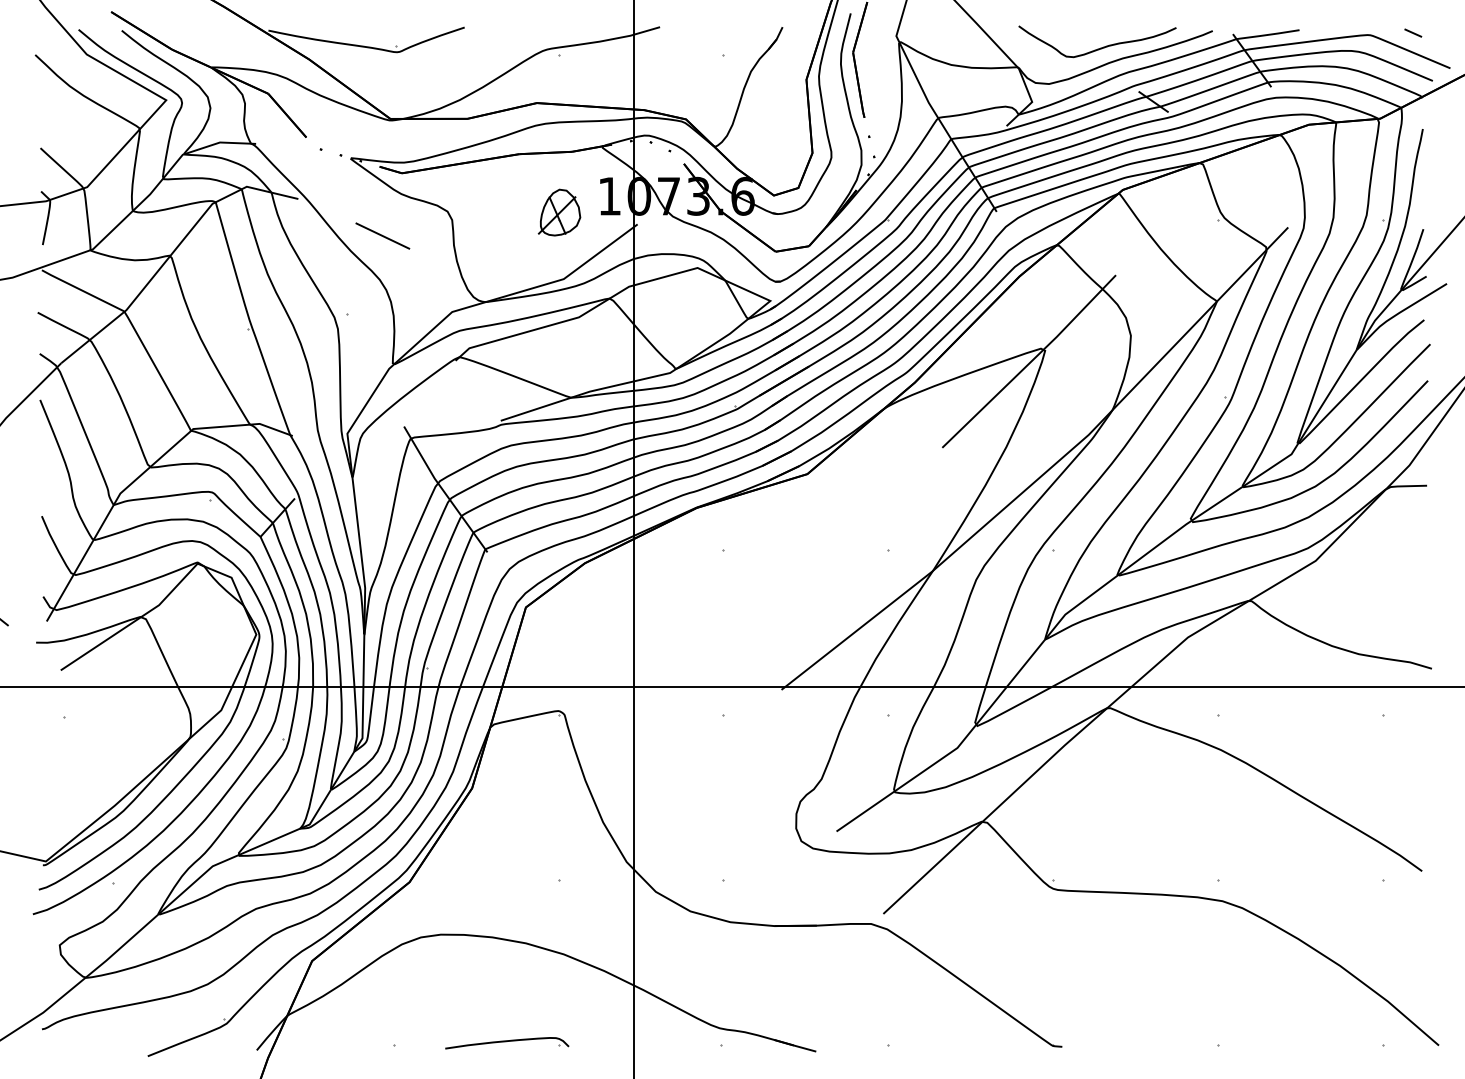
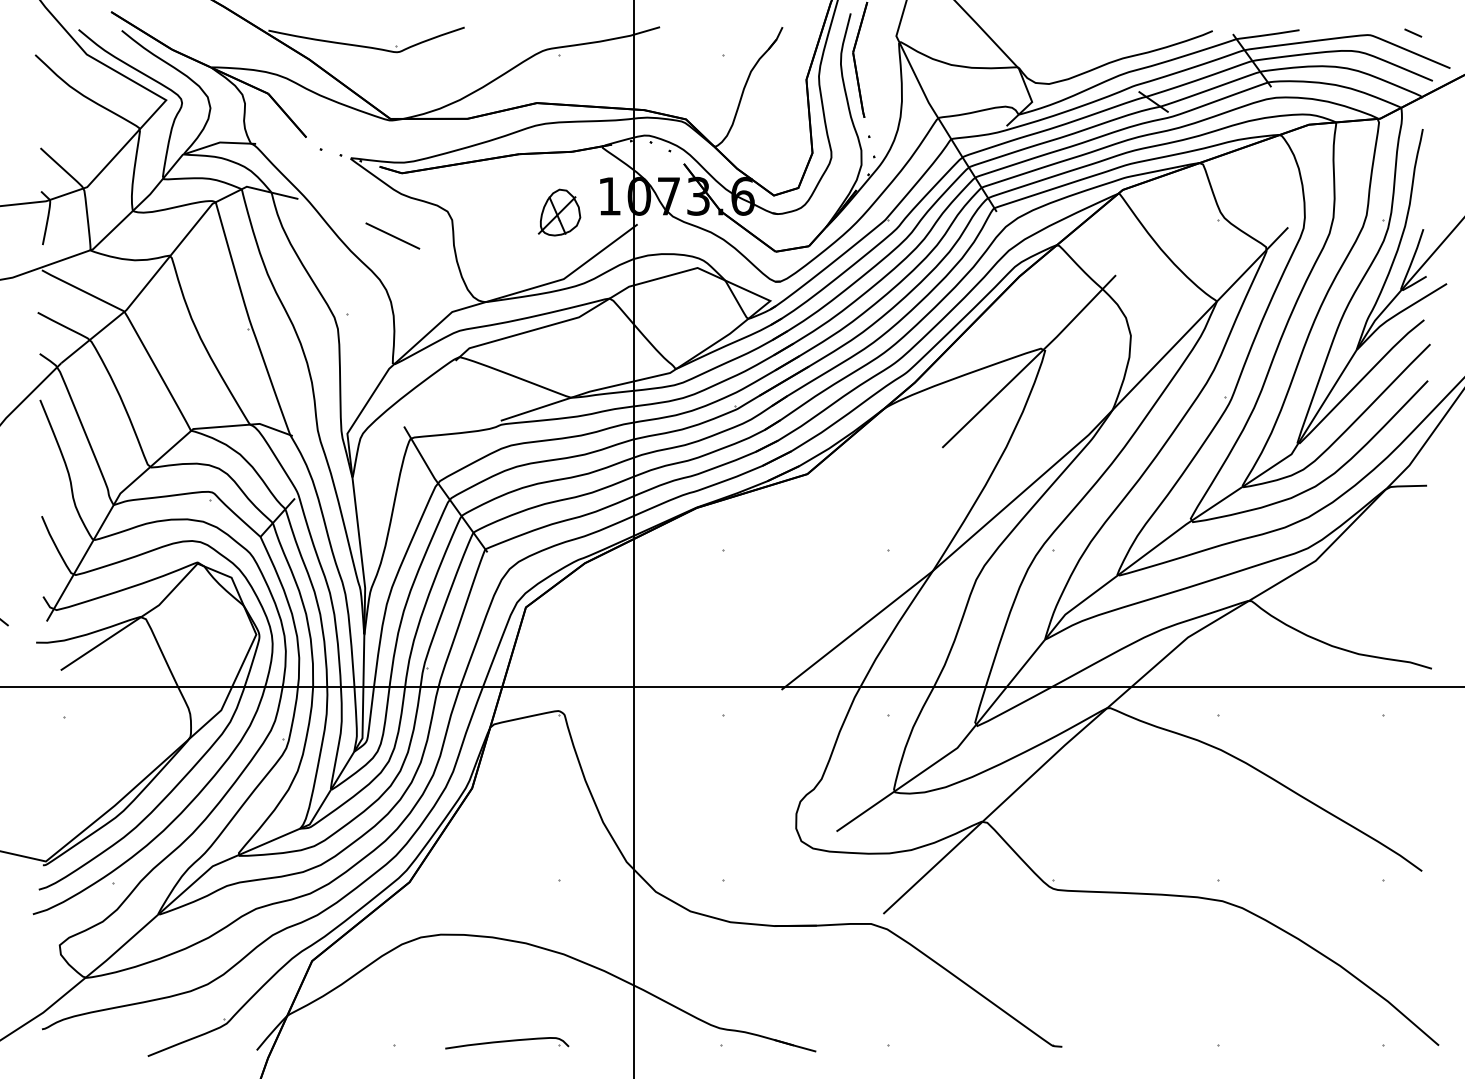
curve at (1100, 47): present -> none
line at (382, 235) position: (382, 235) -> (392, 235)
